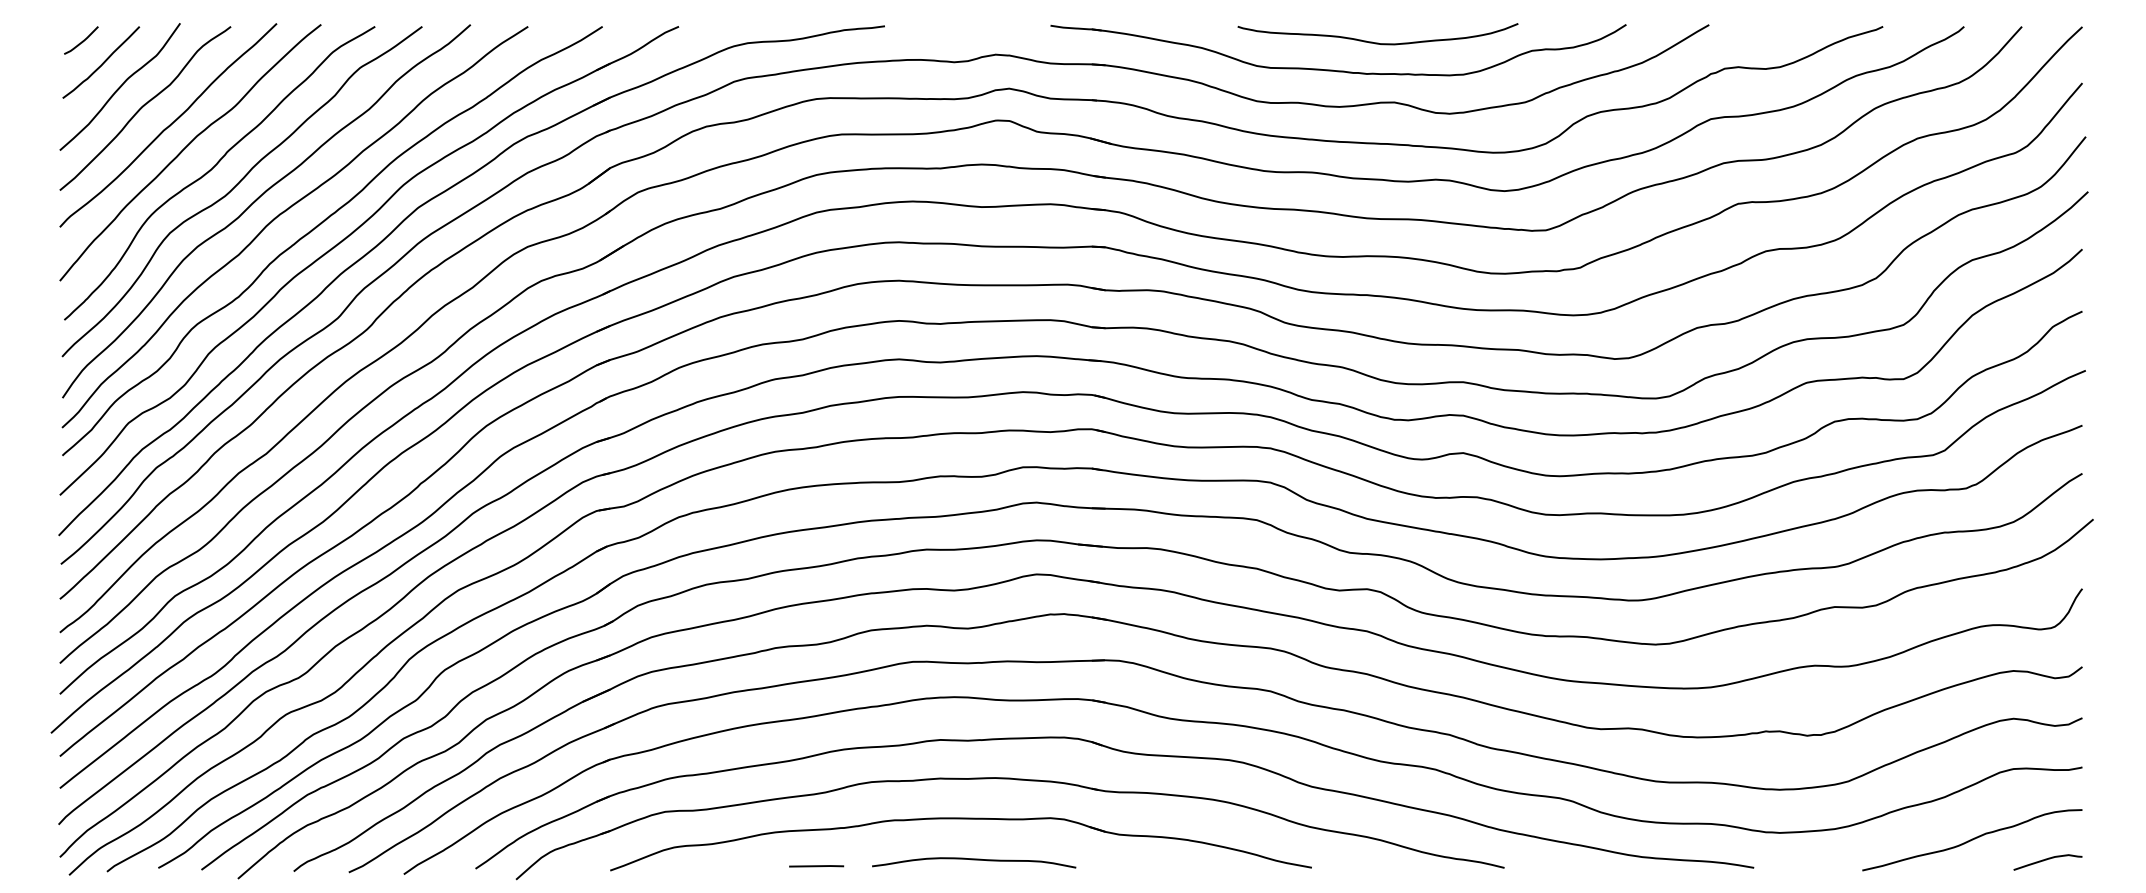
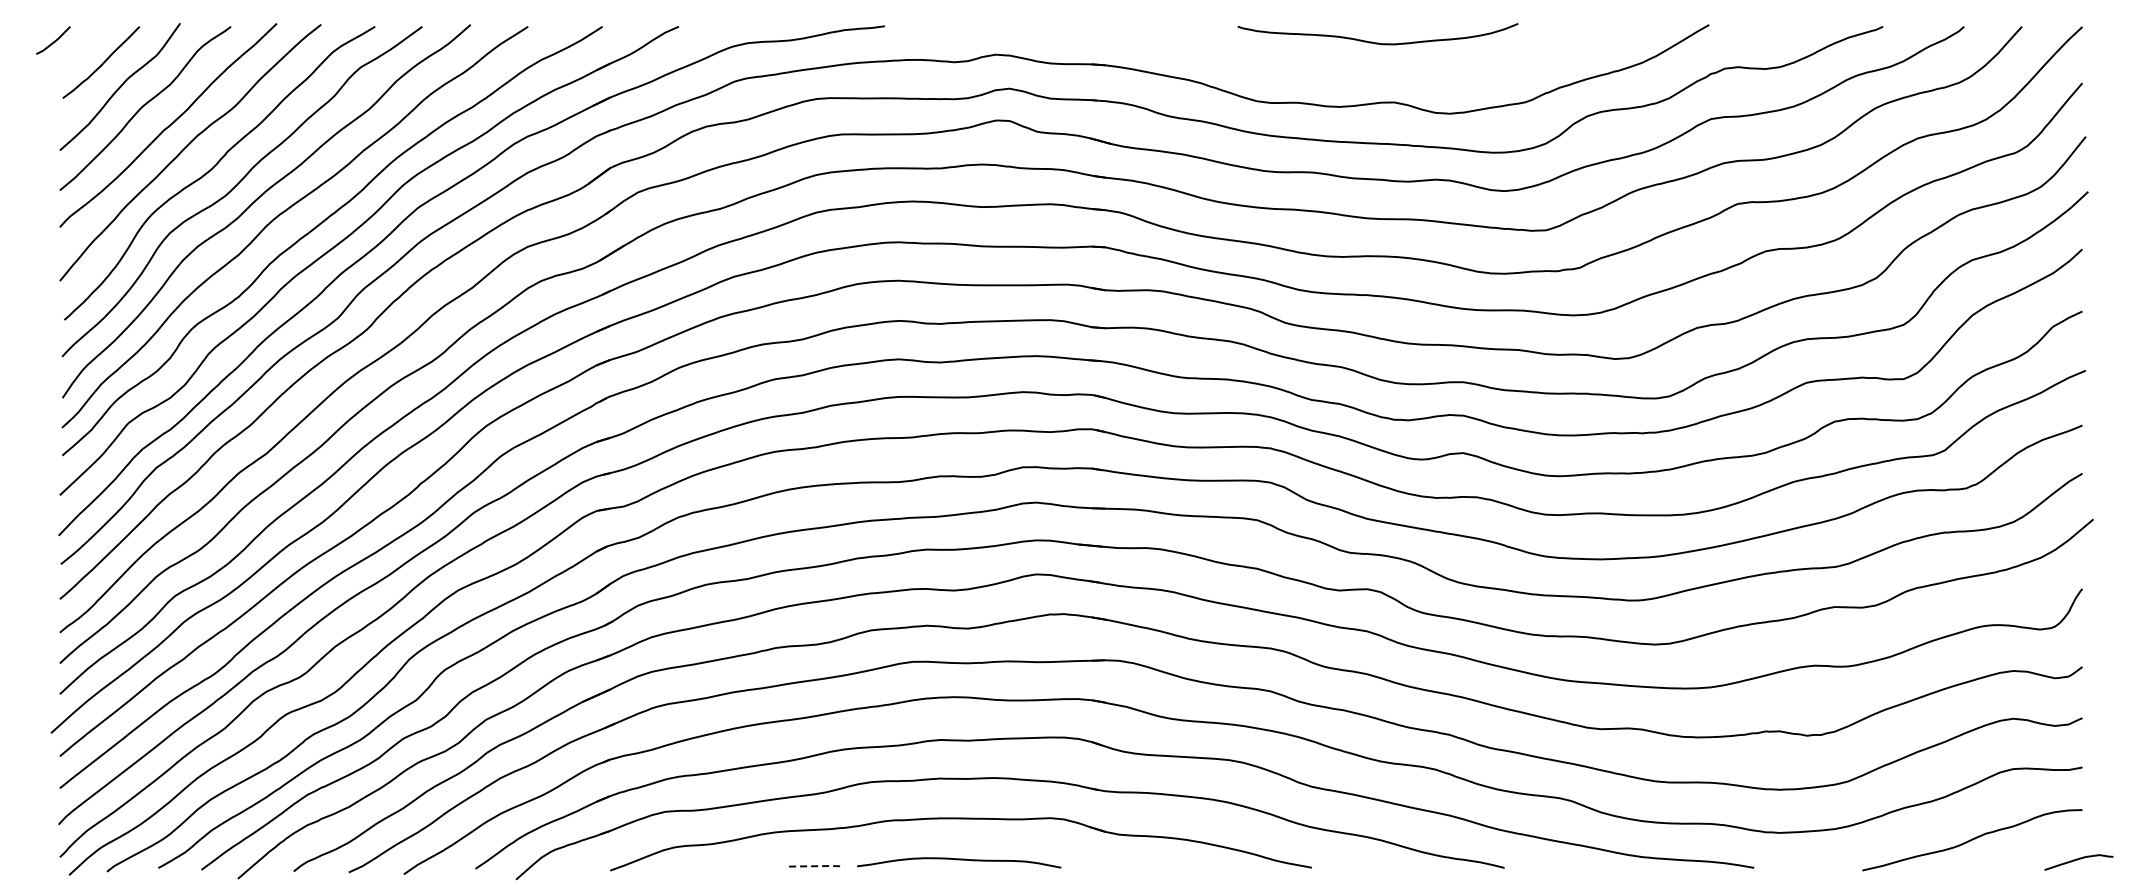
curve at (82, 40) position: (82, 40) -> (54, 40)
part at (1333, 69): present -> none
curve at (974, 860) position: (974, 860) -> (959, 860)
curve at (2046, 860) position: (2046, 860) -> (2077, 860)
line at (817, 866): solid -> dashed
